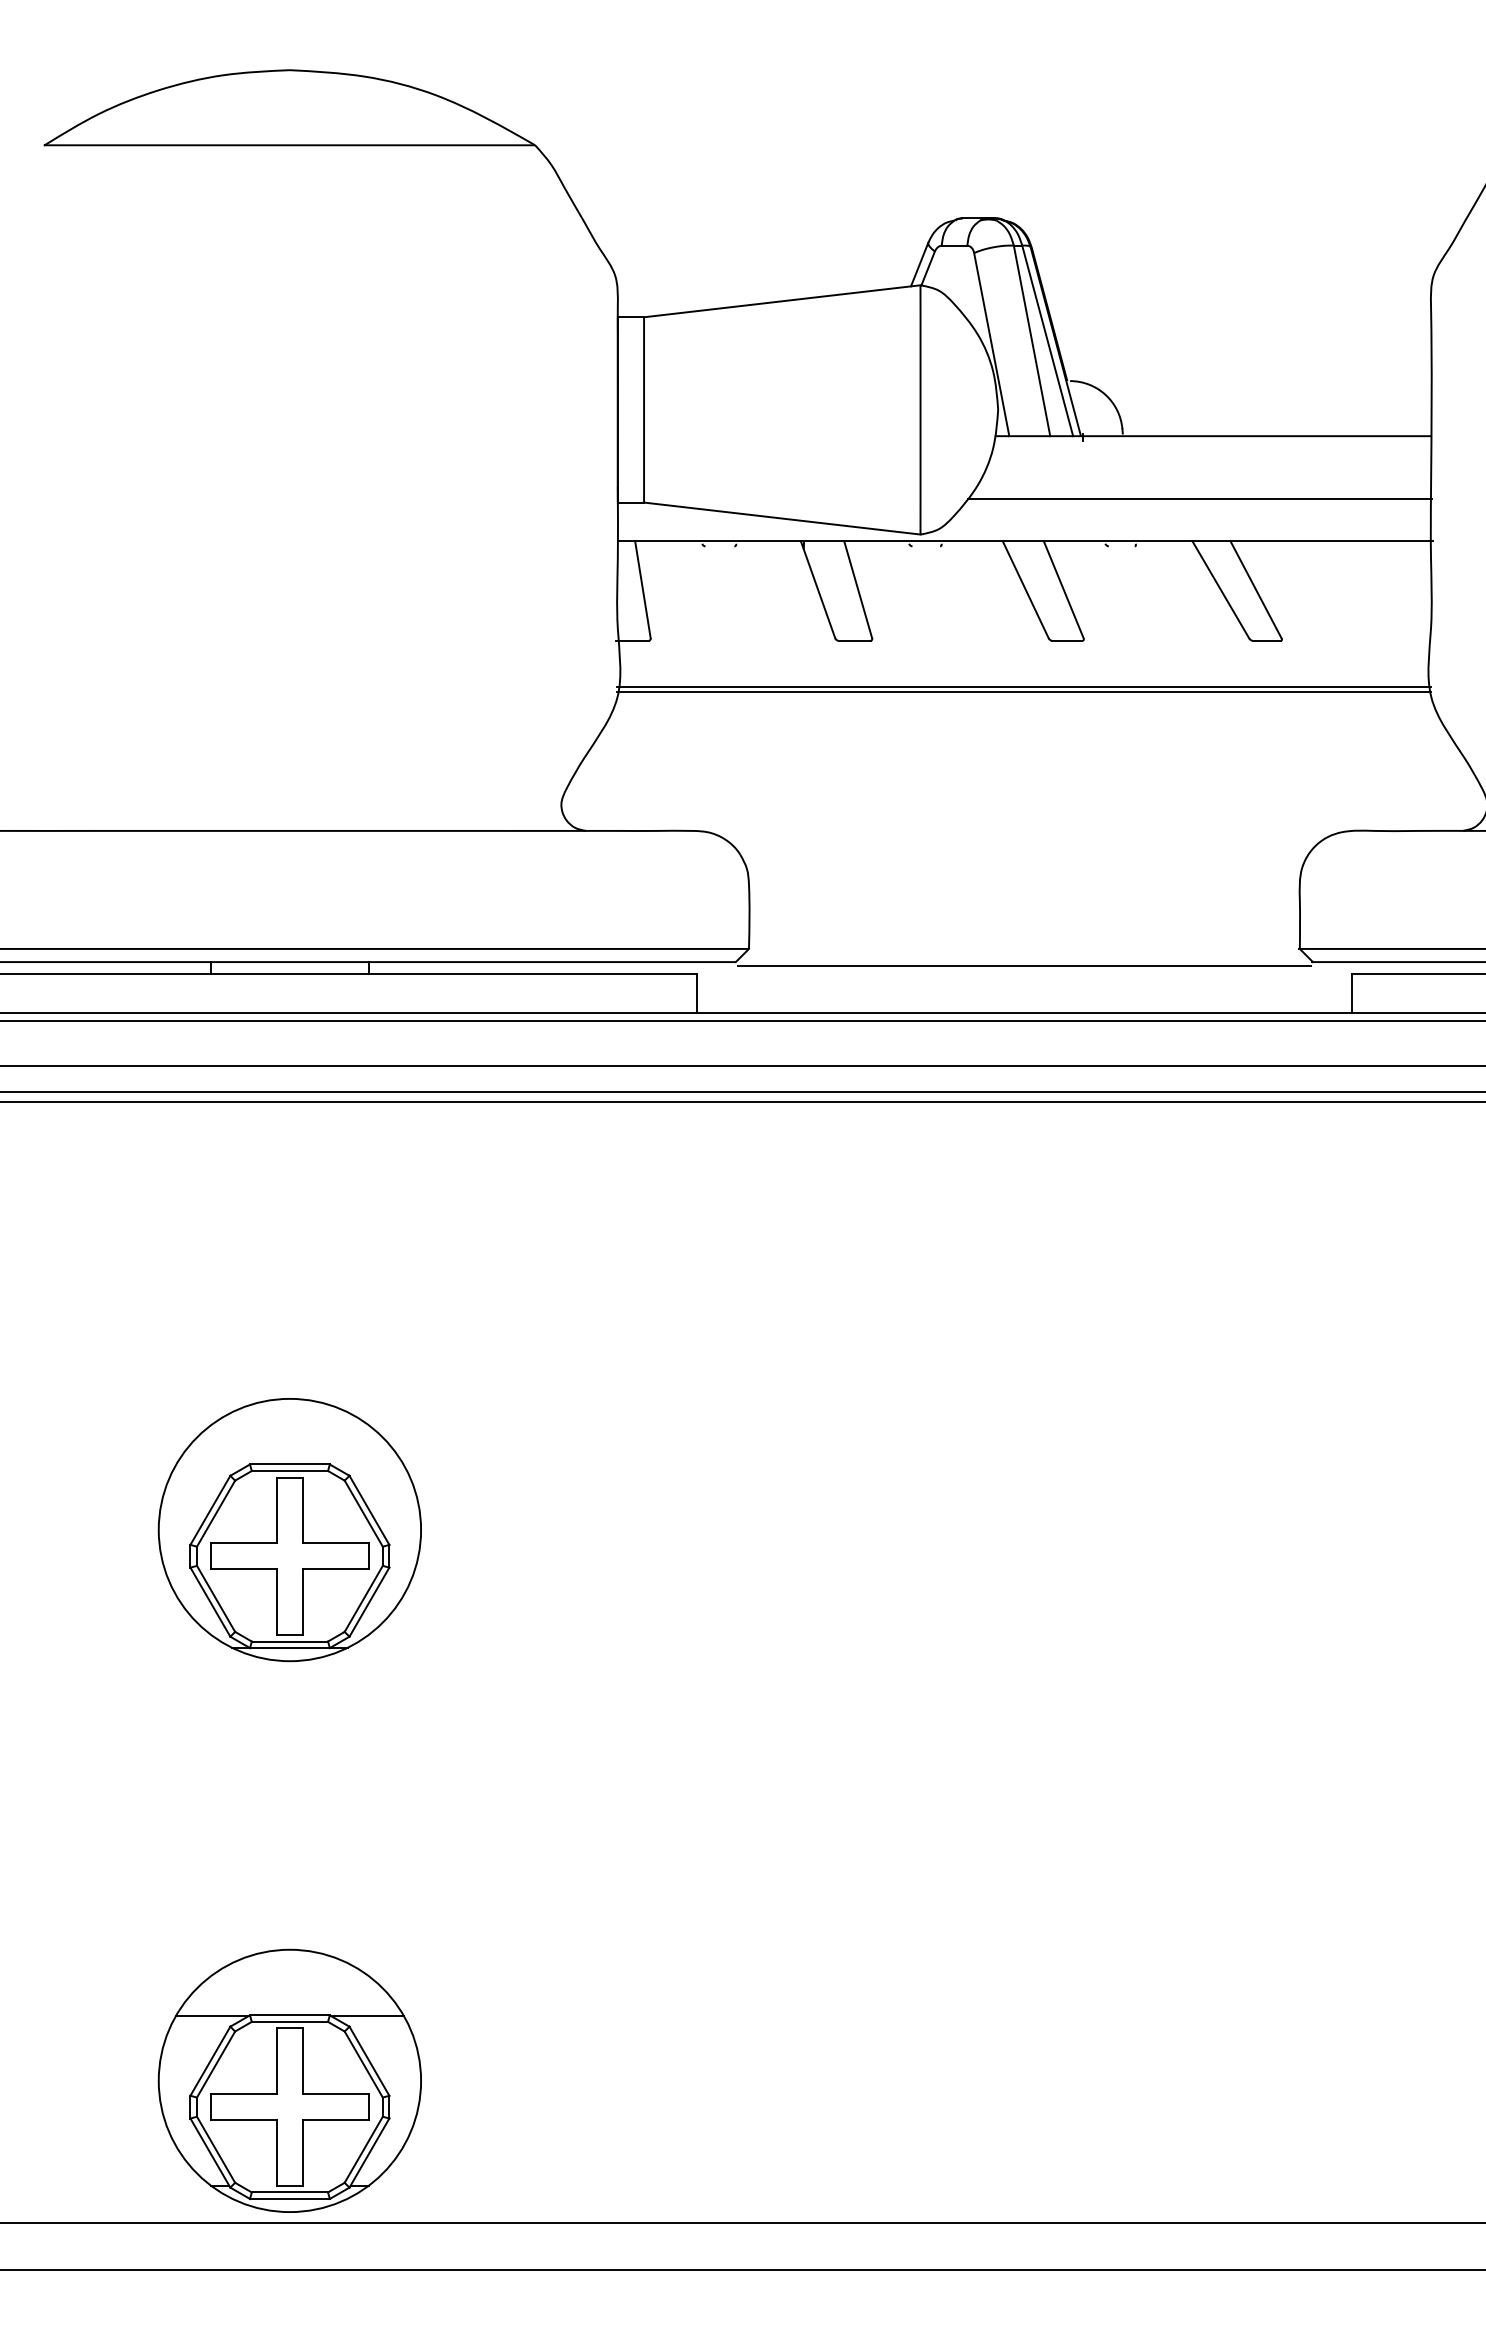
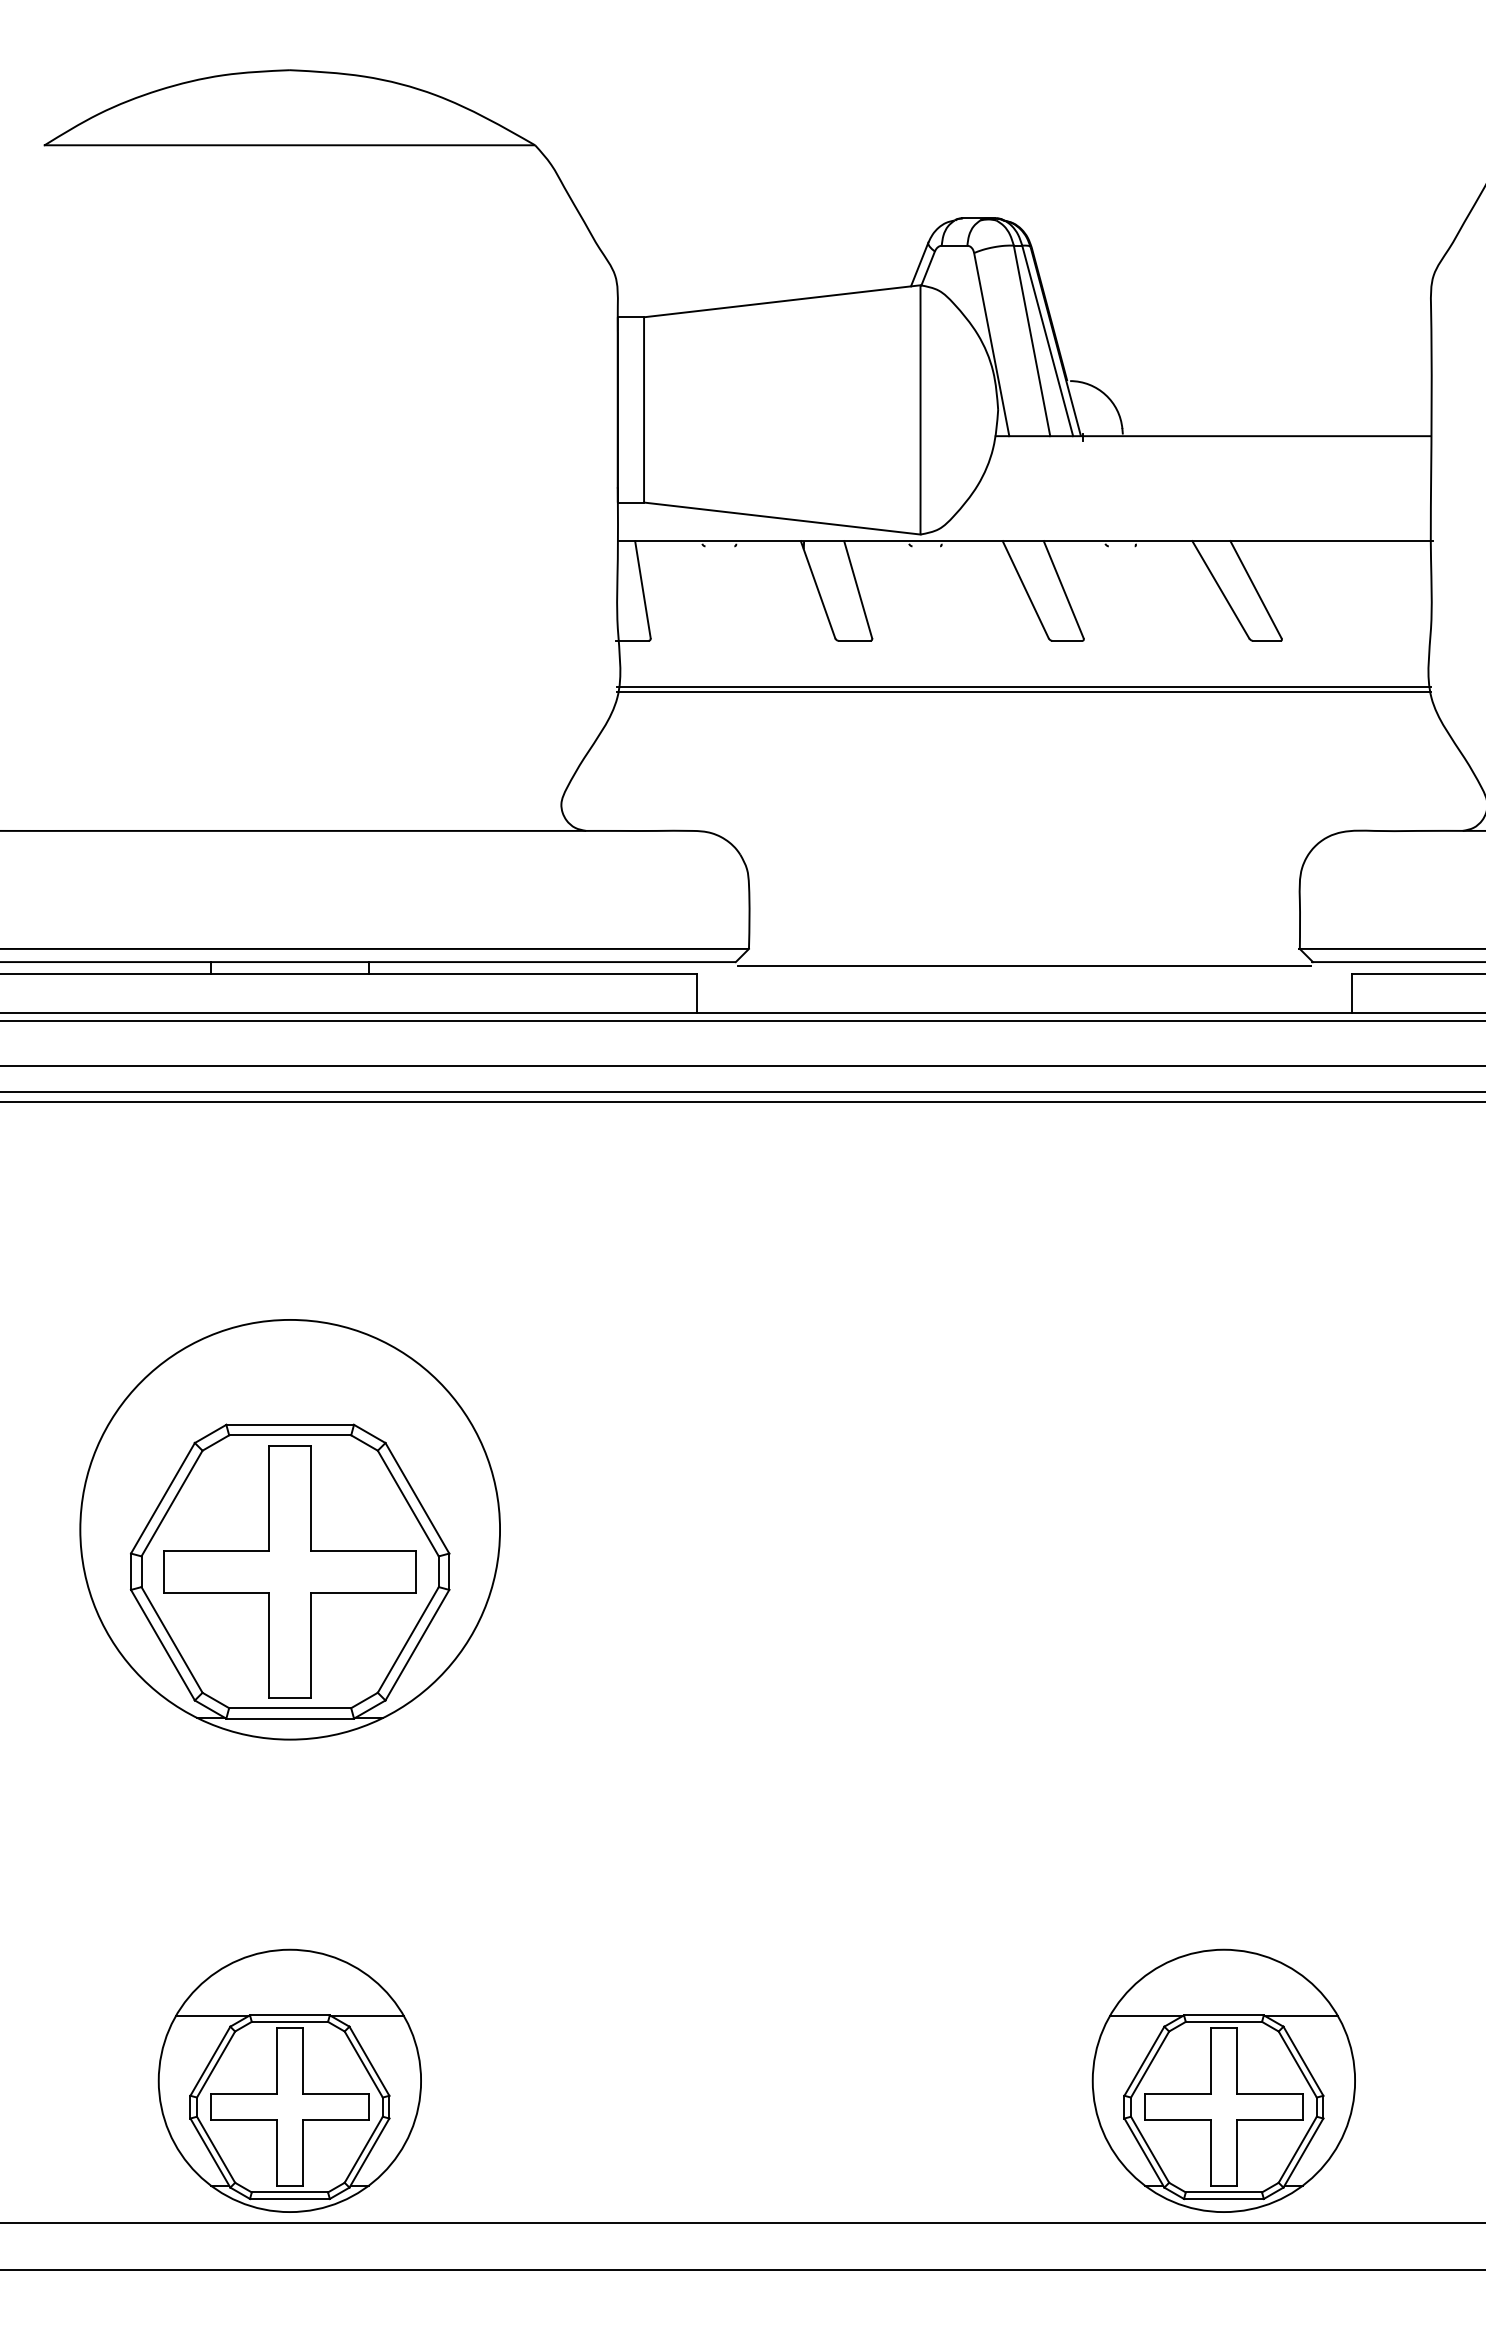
line at (1200, 499): present -> none
part at (289, 1530) size: 265x265 px -> 422x422 px
part at (1223, 2080): none -> present
